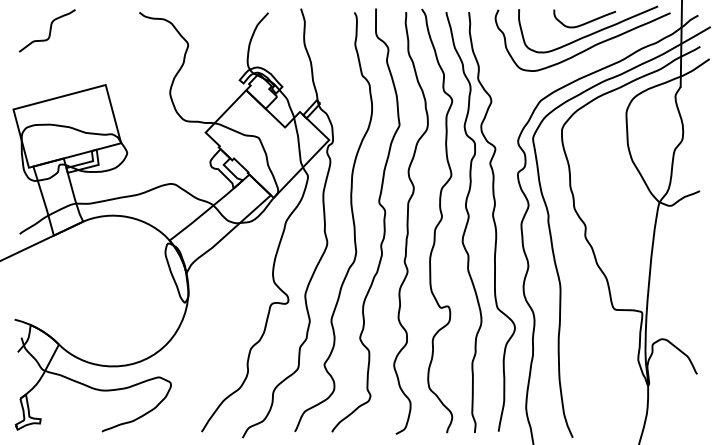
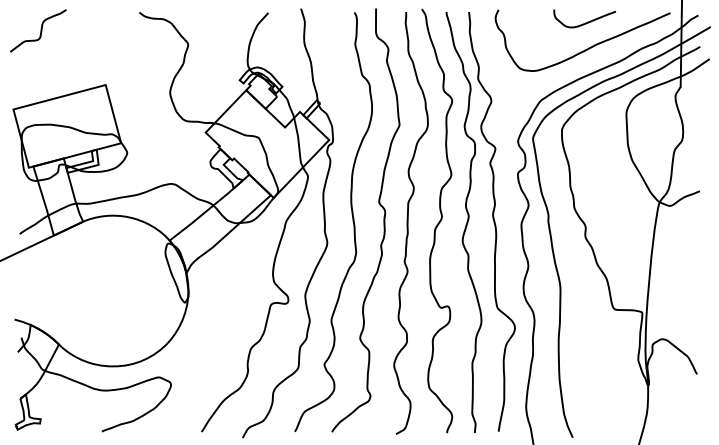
curve at (49, 30) position: (49, 30) -> (40, 30)
curve at (590, 33): present -> none
